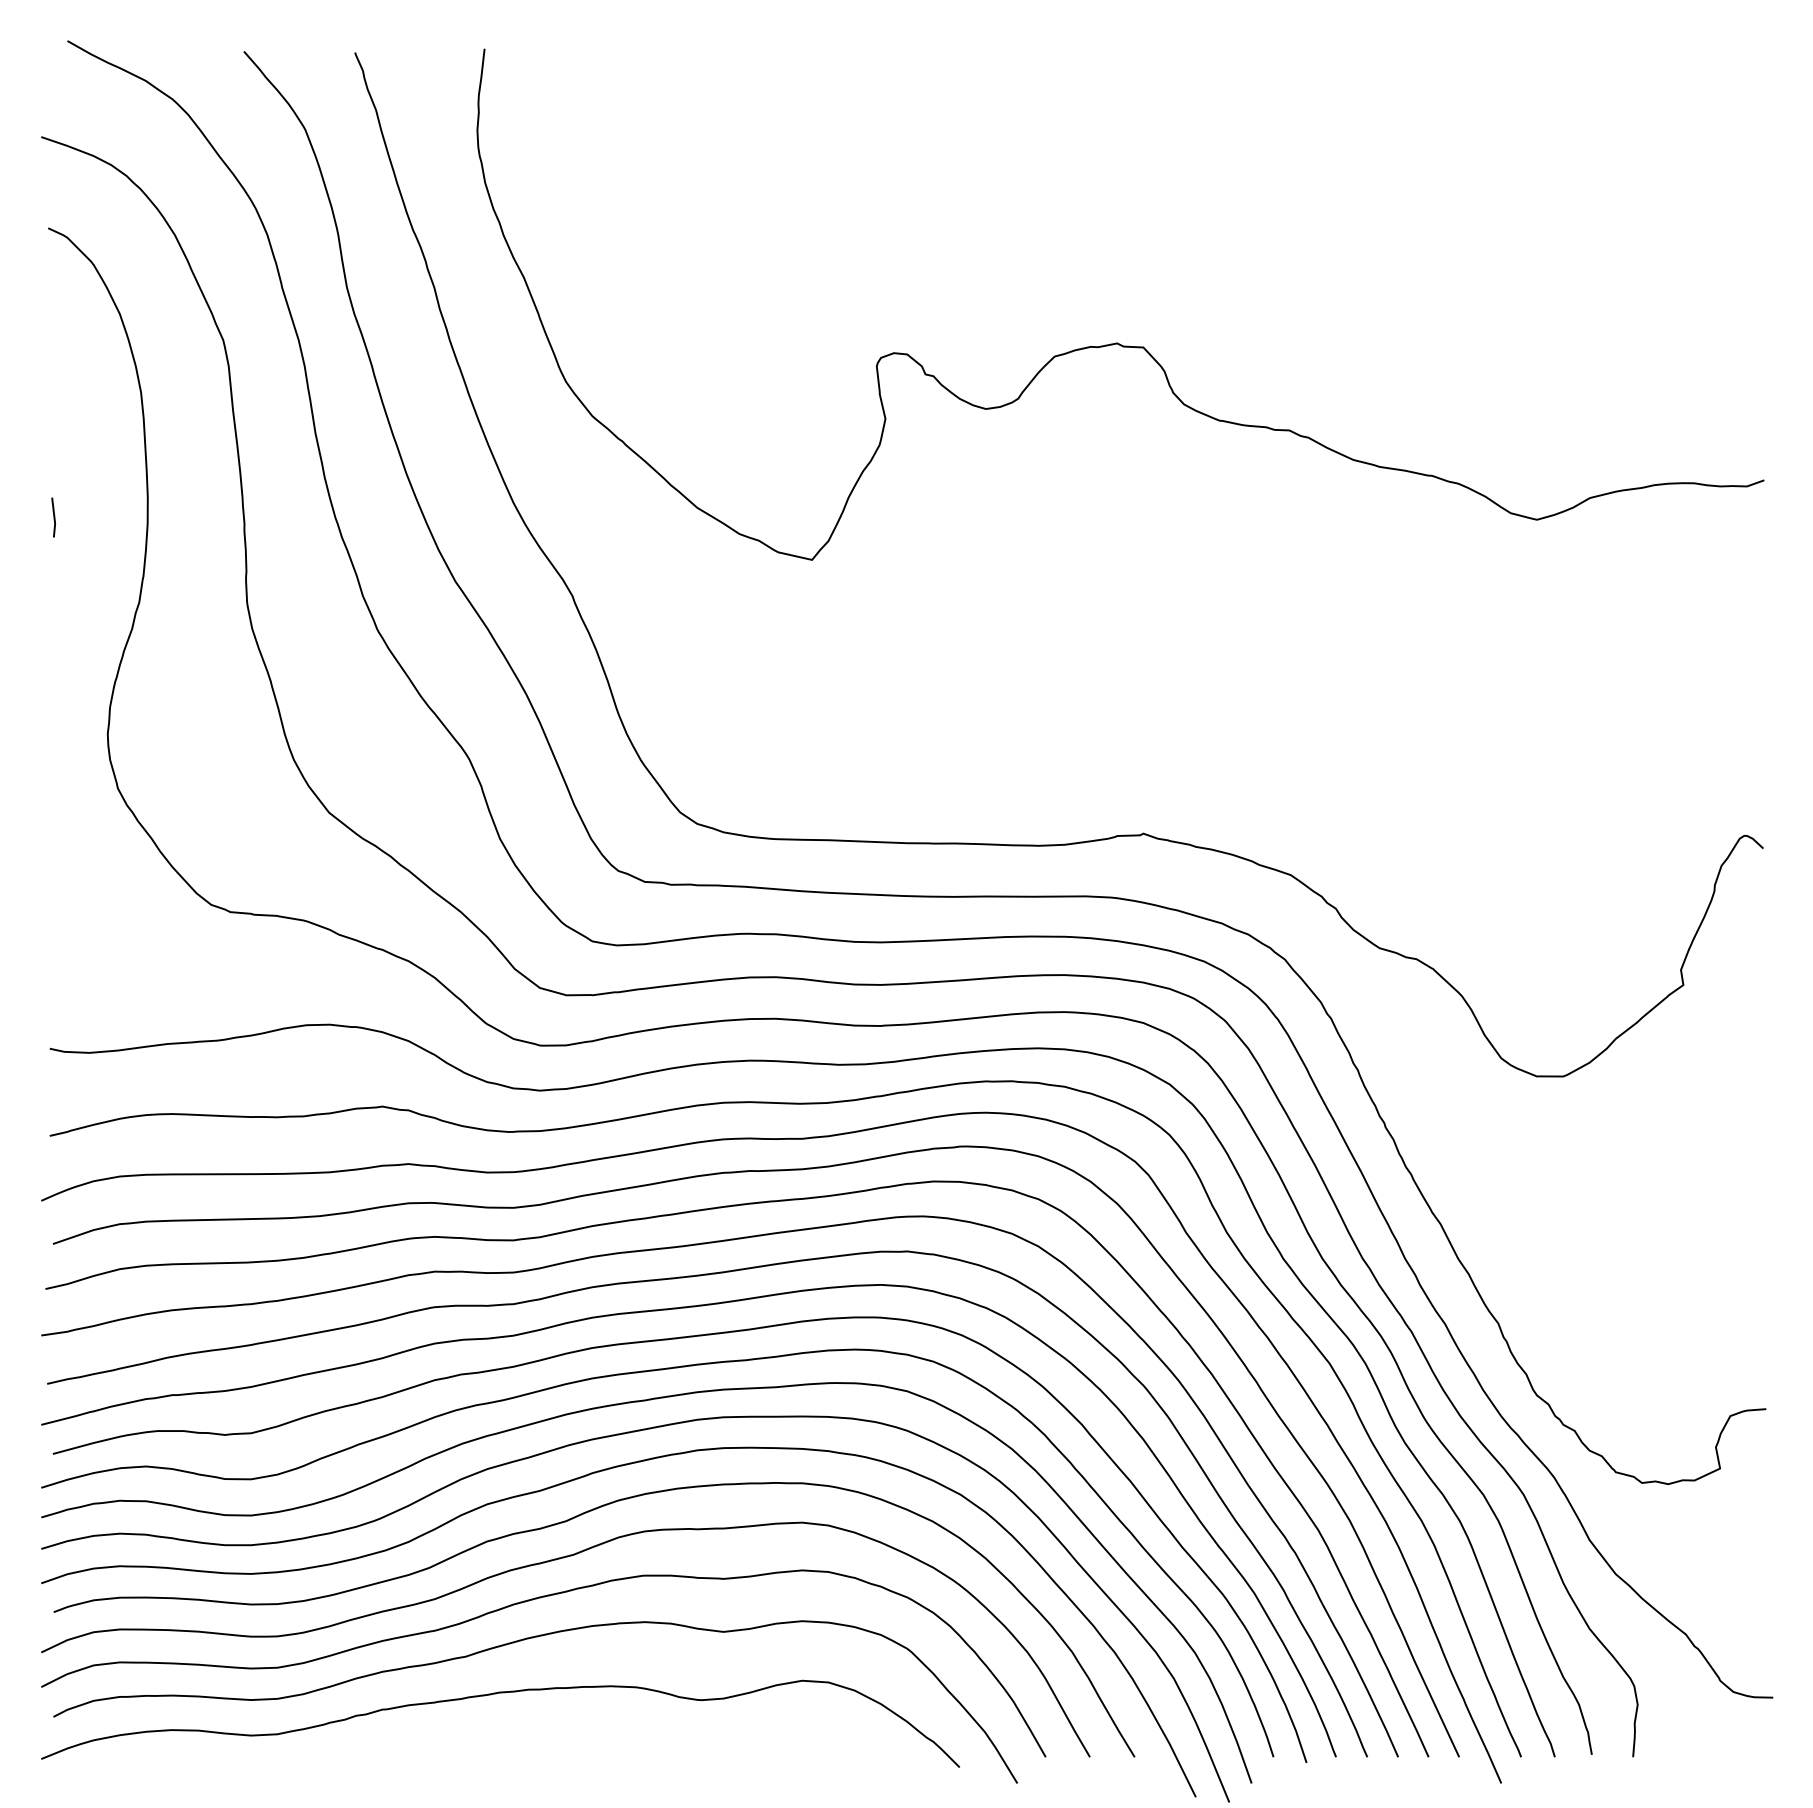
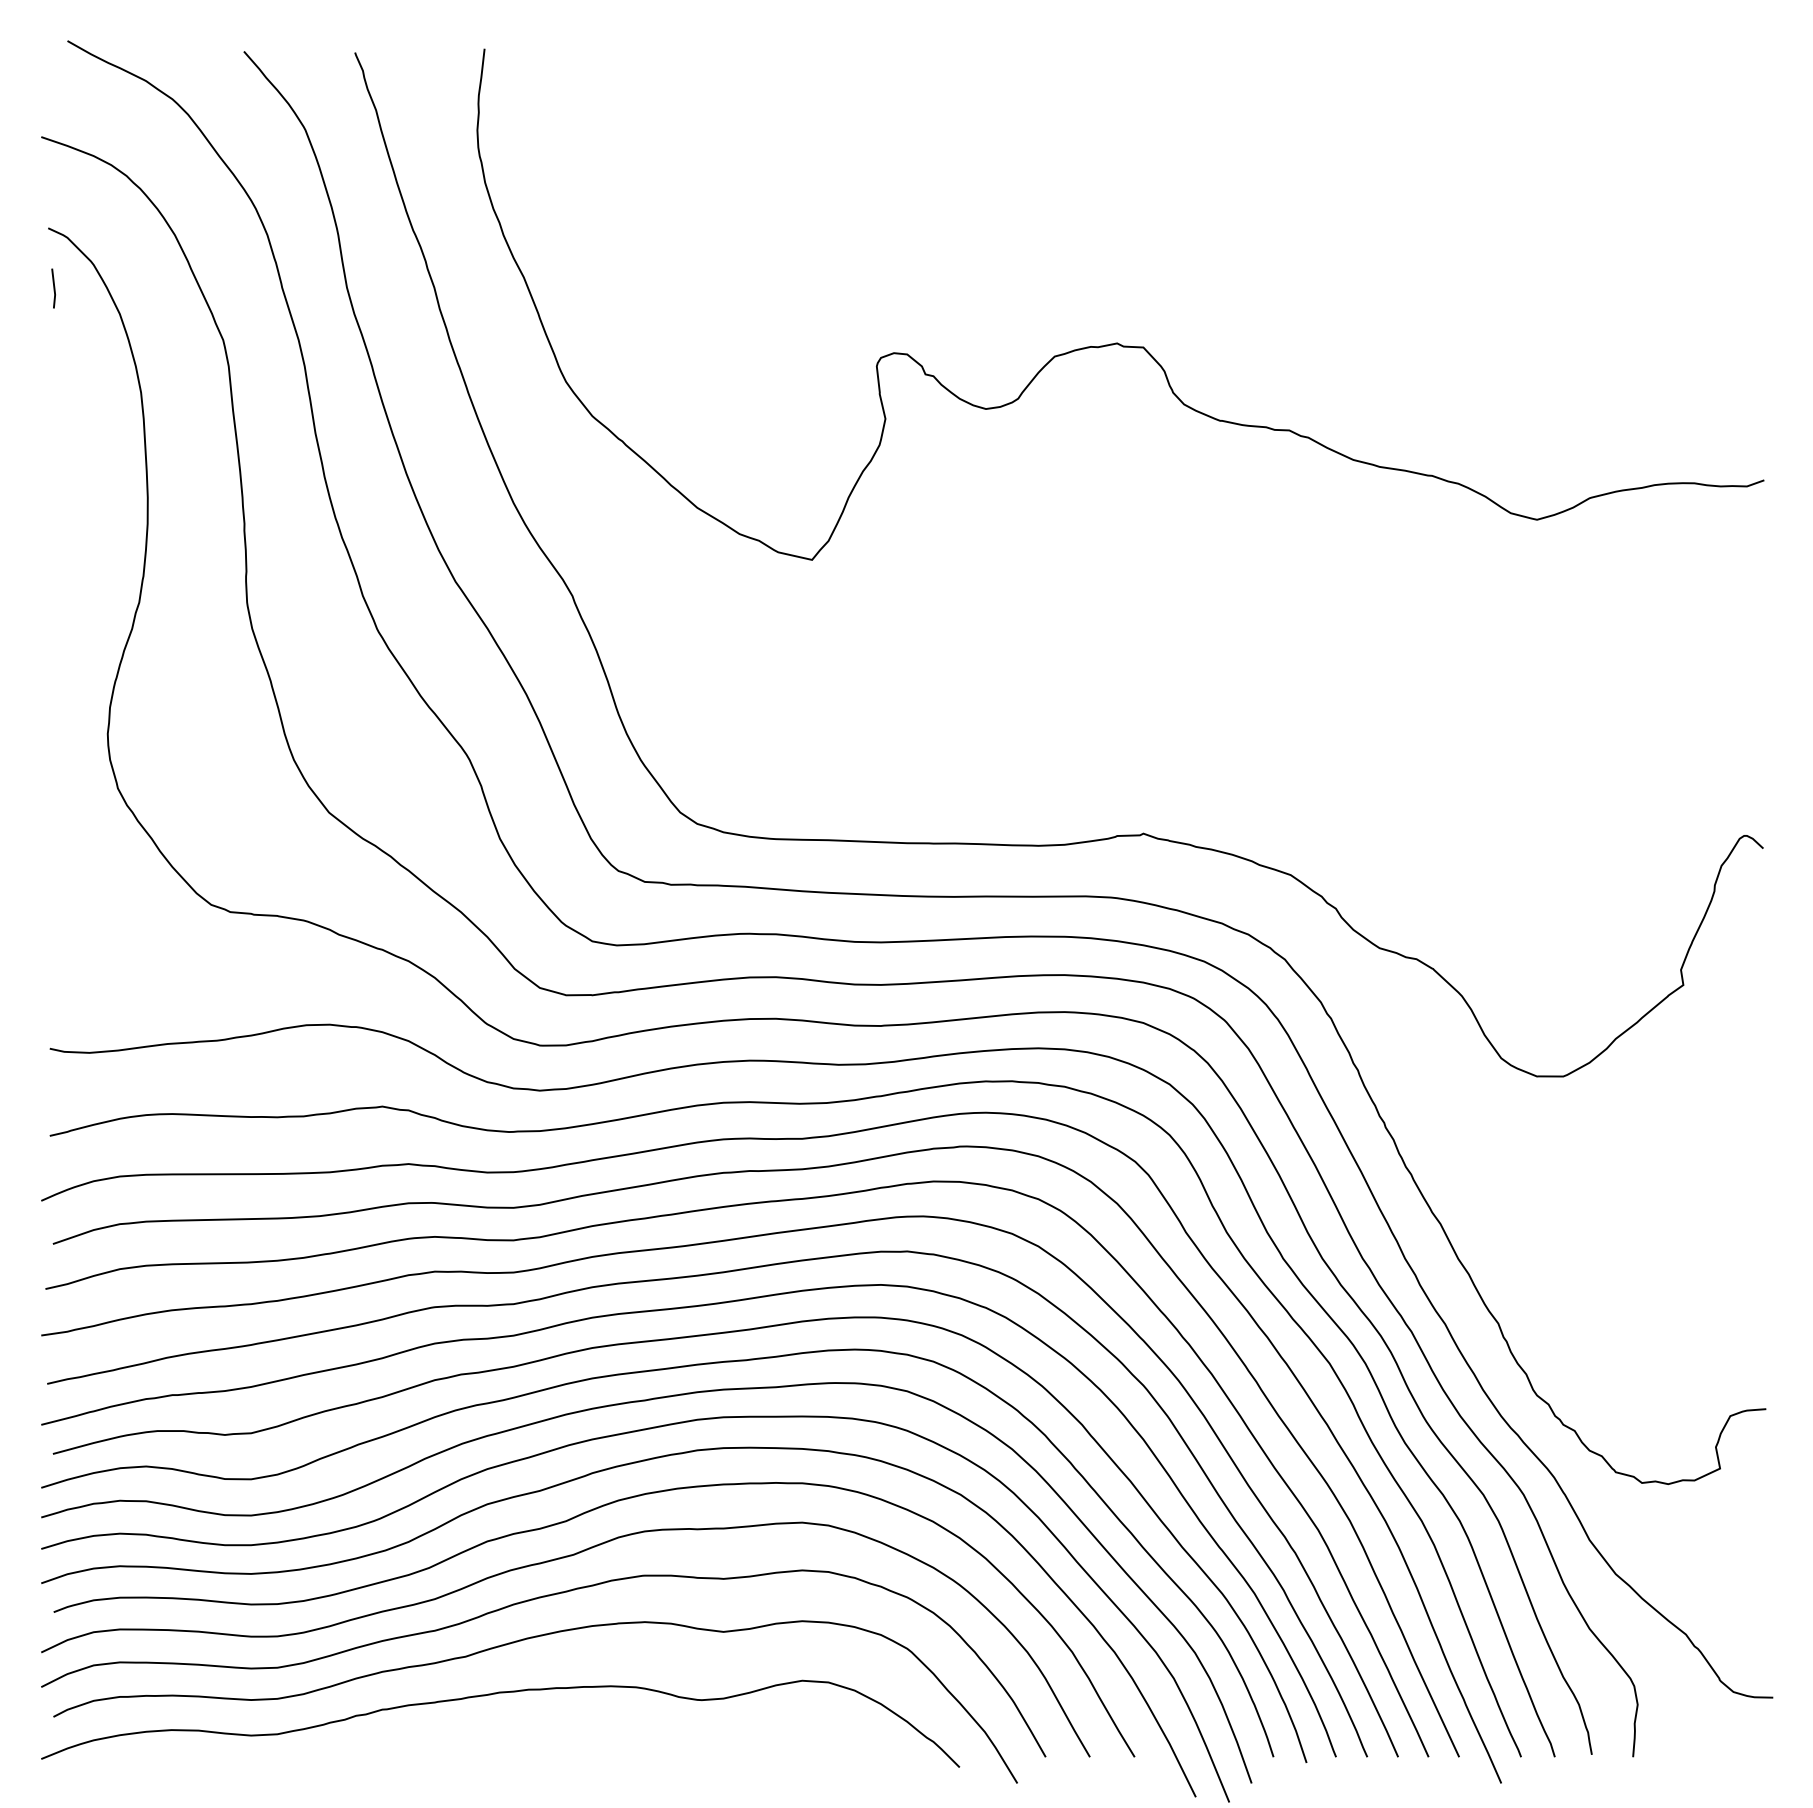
line at (53, 517) position: (53, 517) -> (53, 288)
